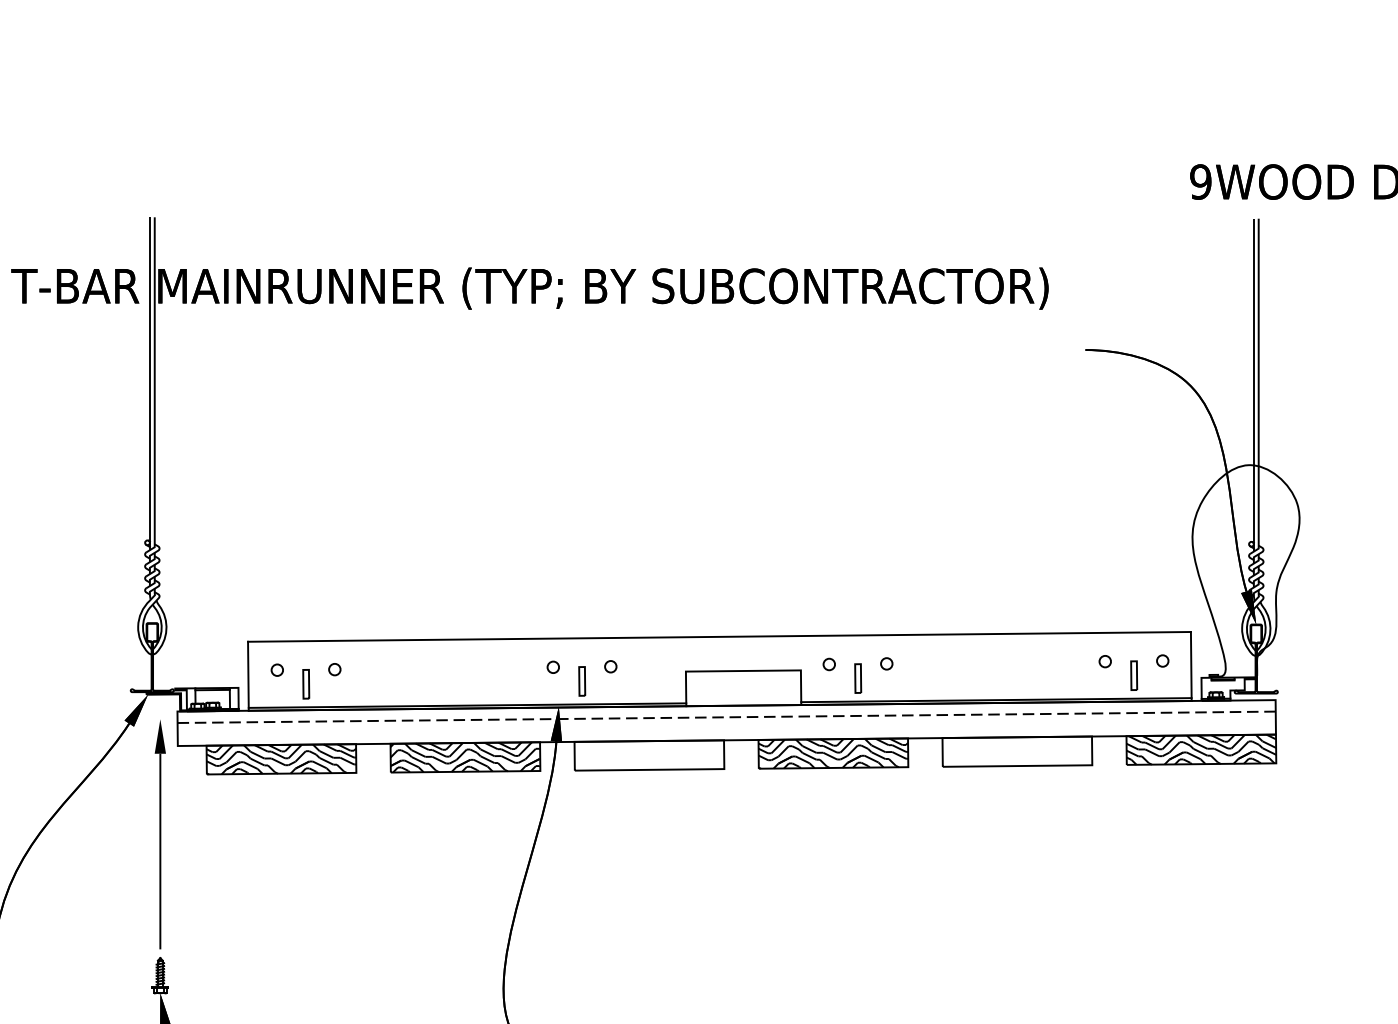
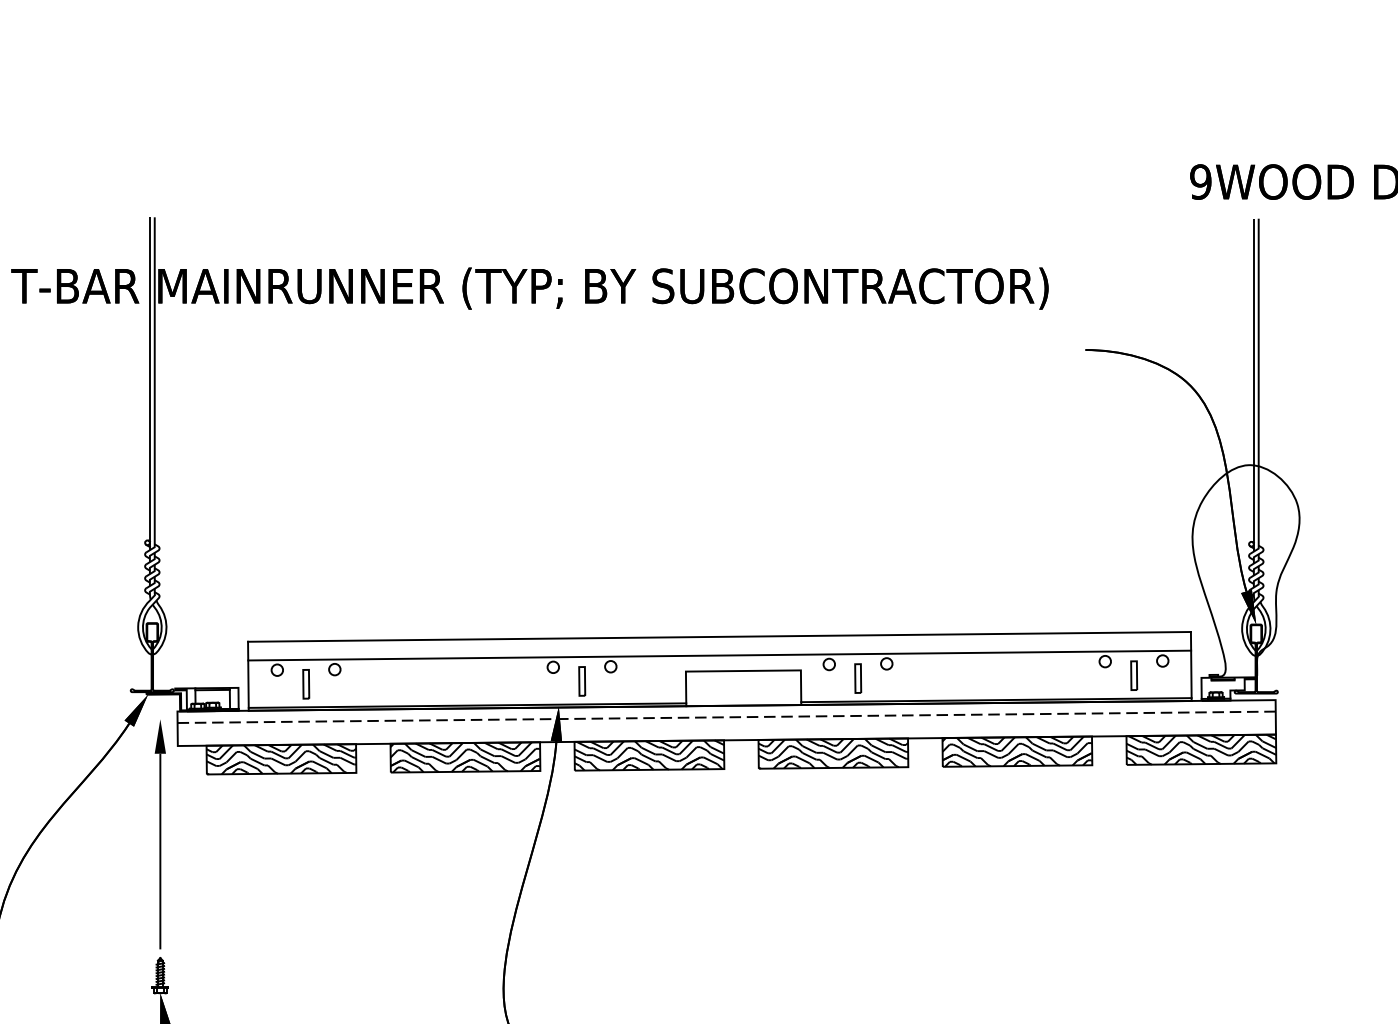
line at (719, 655): none -> present
hatch at (1017, 751): none -> present
hatch at (649, 755): none -> present
